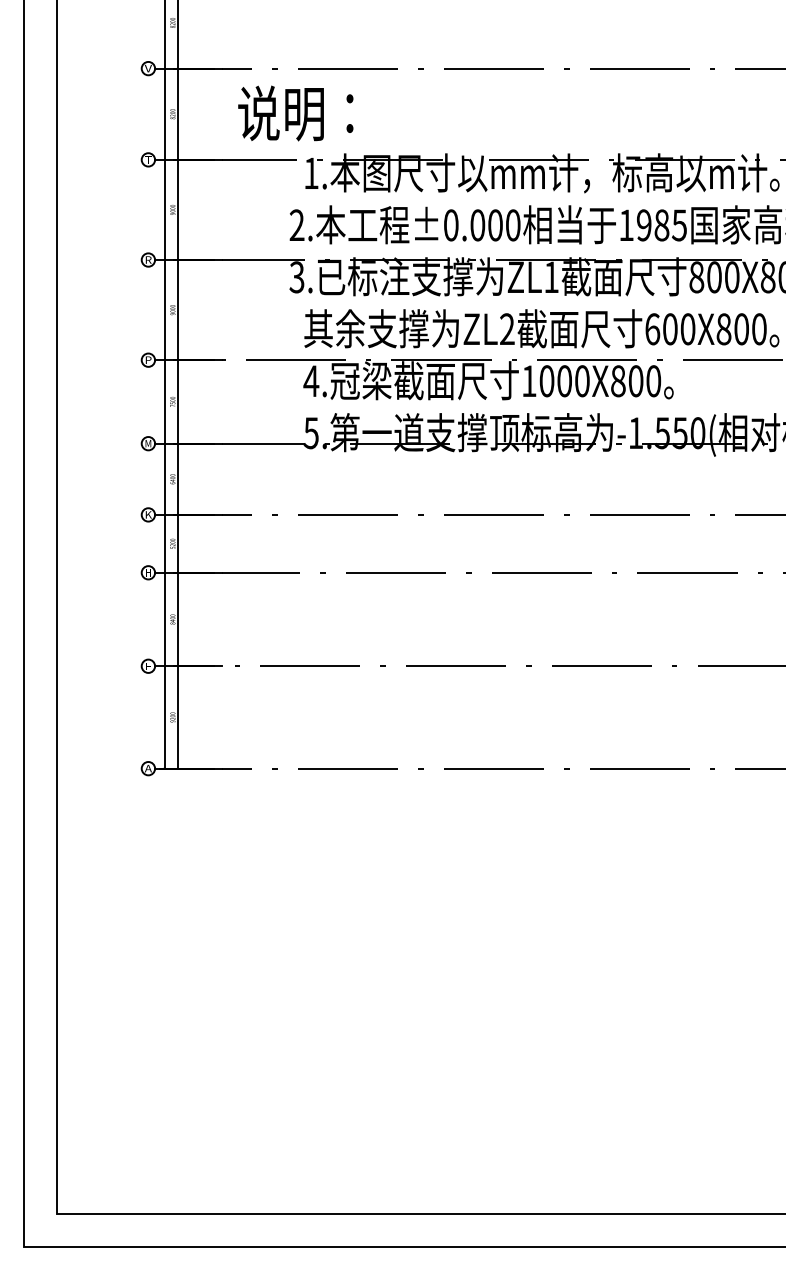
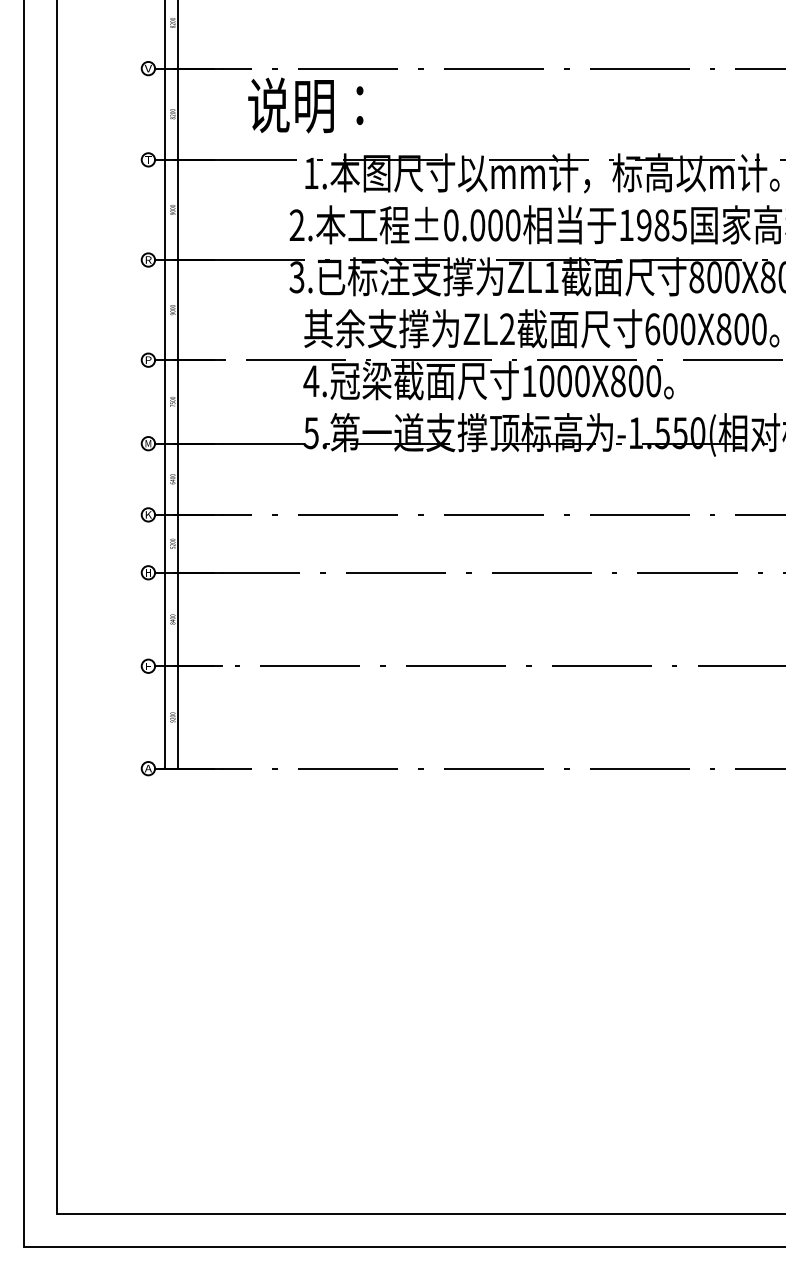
text at (295, 113) position: (295, 113) -> (305, 105)
